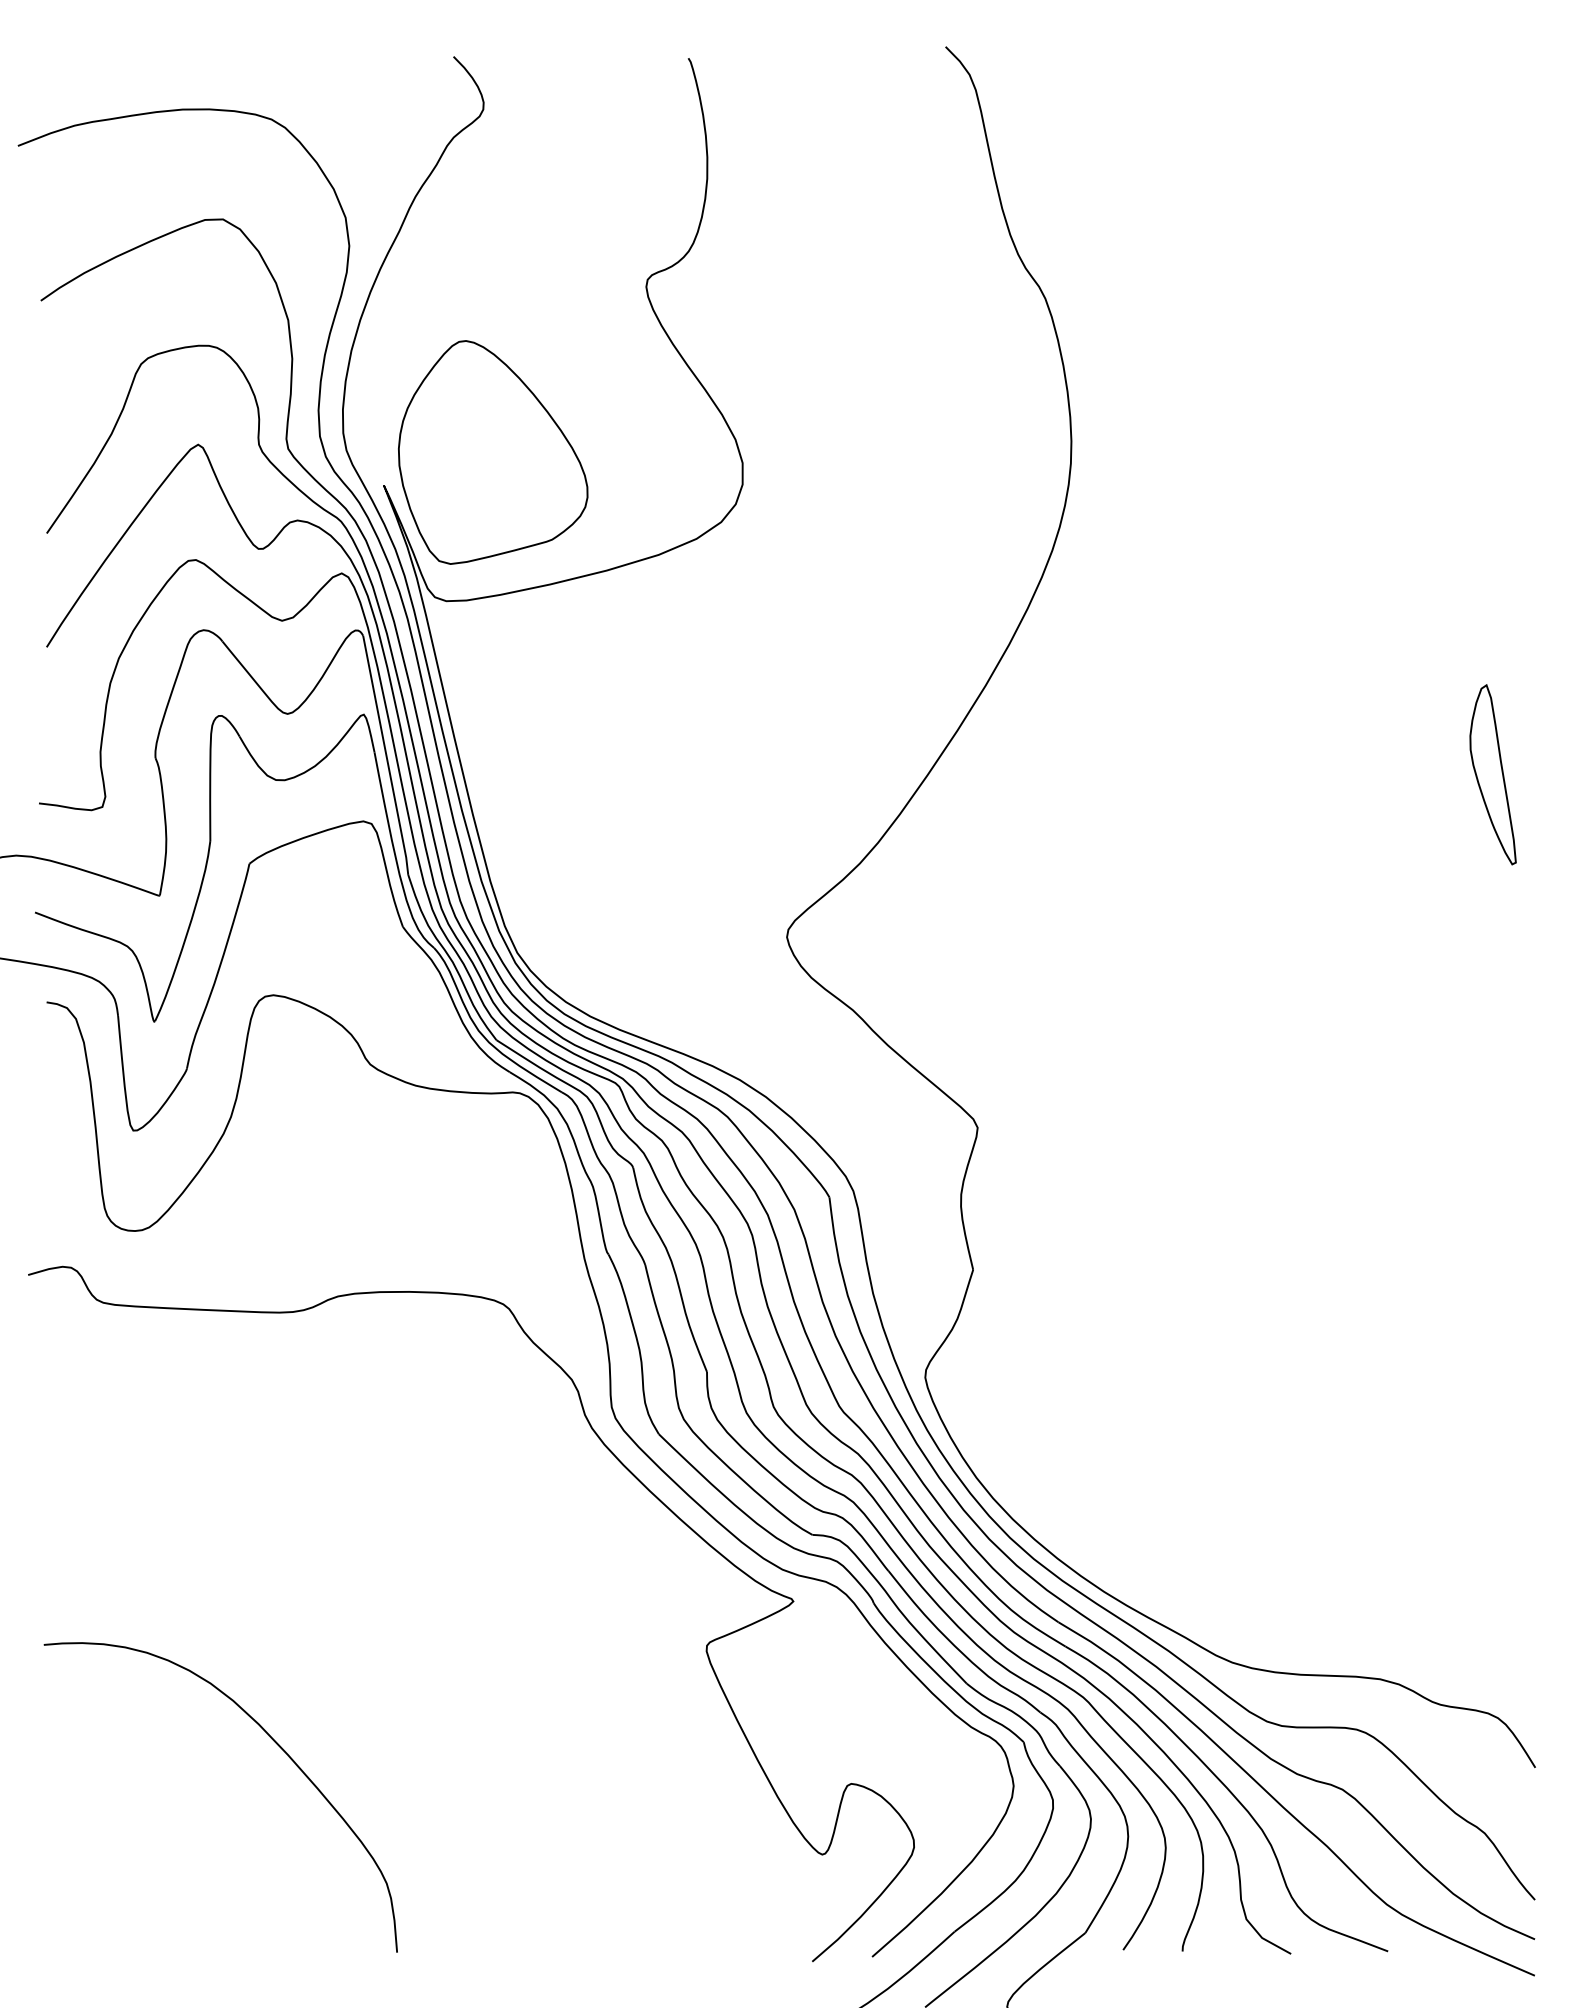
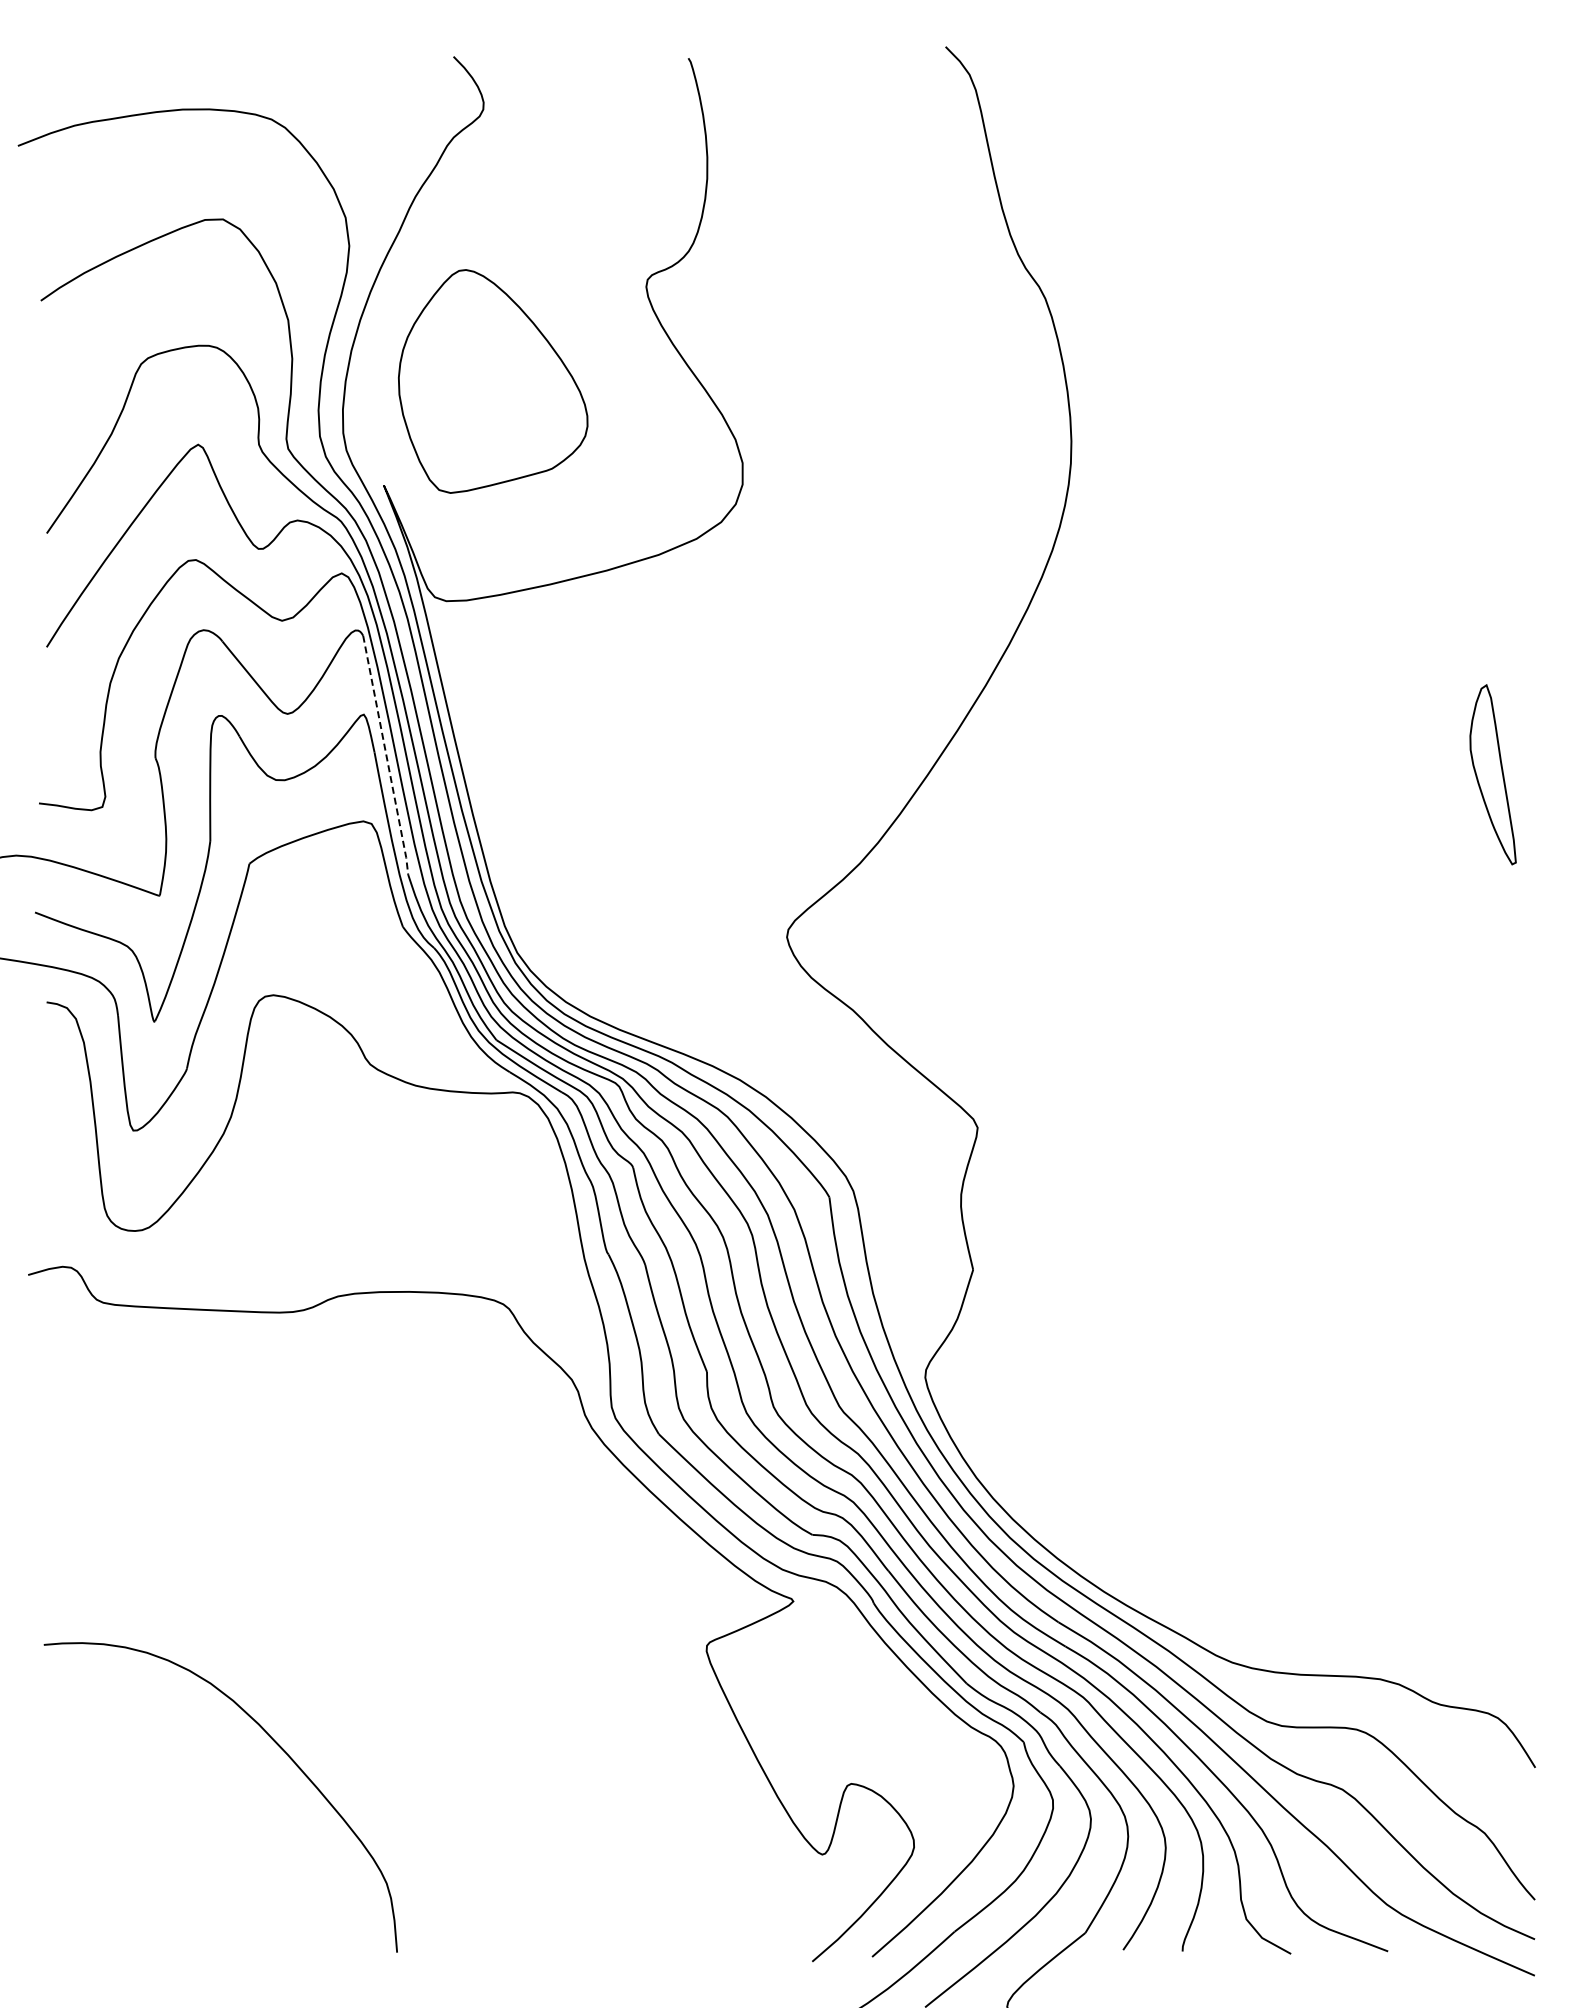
part at (493, 452) position: (493, 452) -> (493, 381)
line at (386, 756): solid -> dashed
